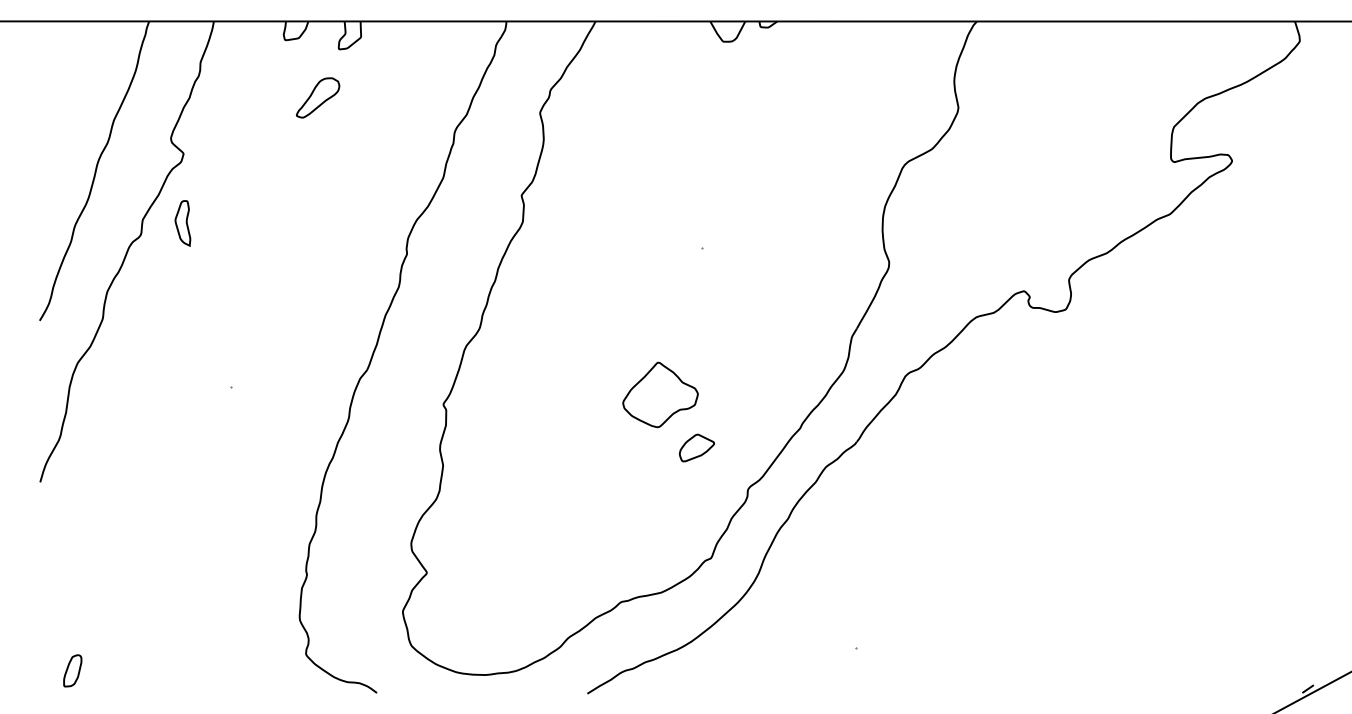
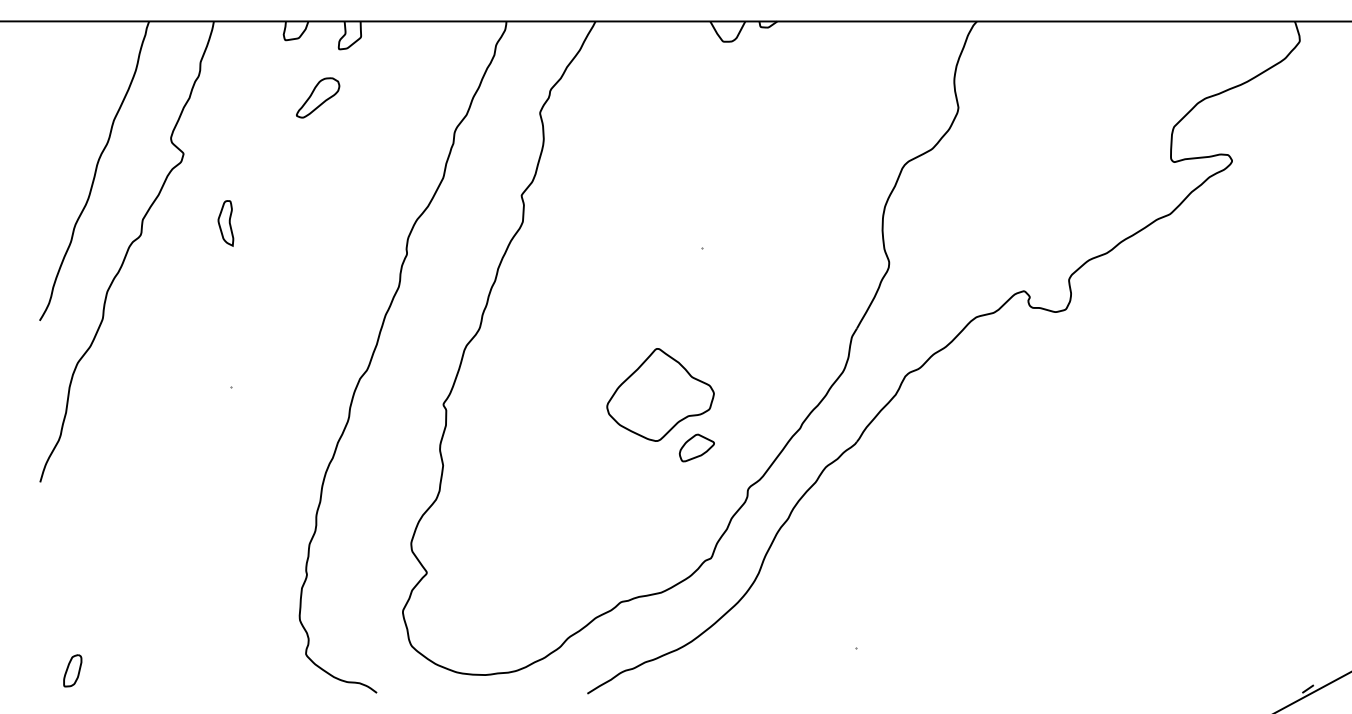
part at (182, 223) position: (182, 223) -> (225, 223)
part at (660, 394) size: 77x68 px -> 109x94 px
